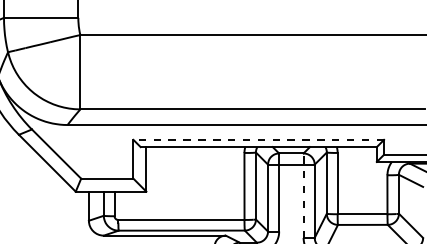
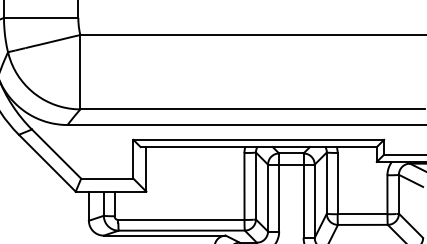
line at (258, 139): dashed -> solid
line at (303, 195): dashed -> solid
